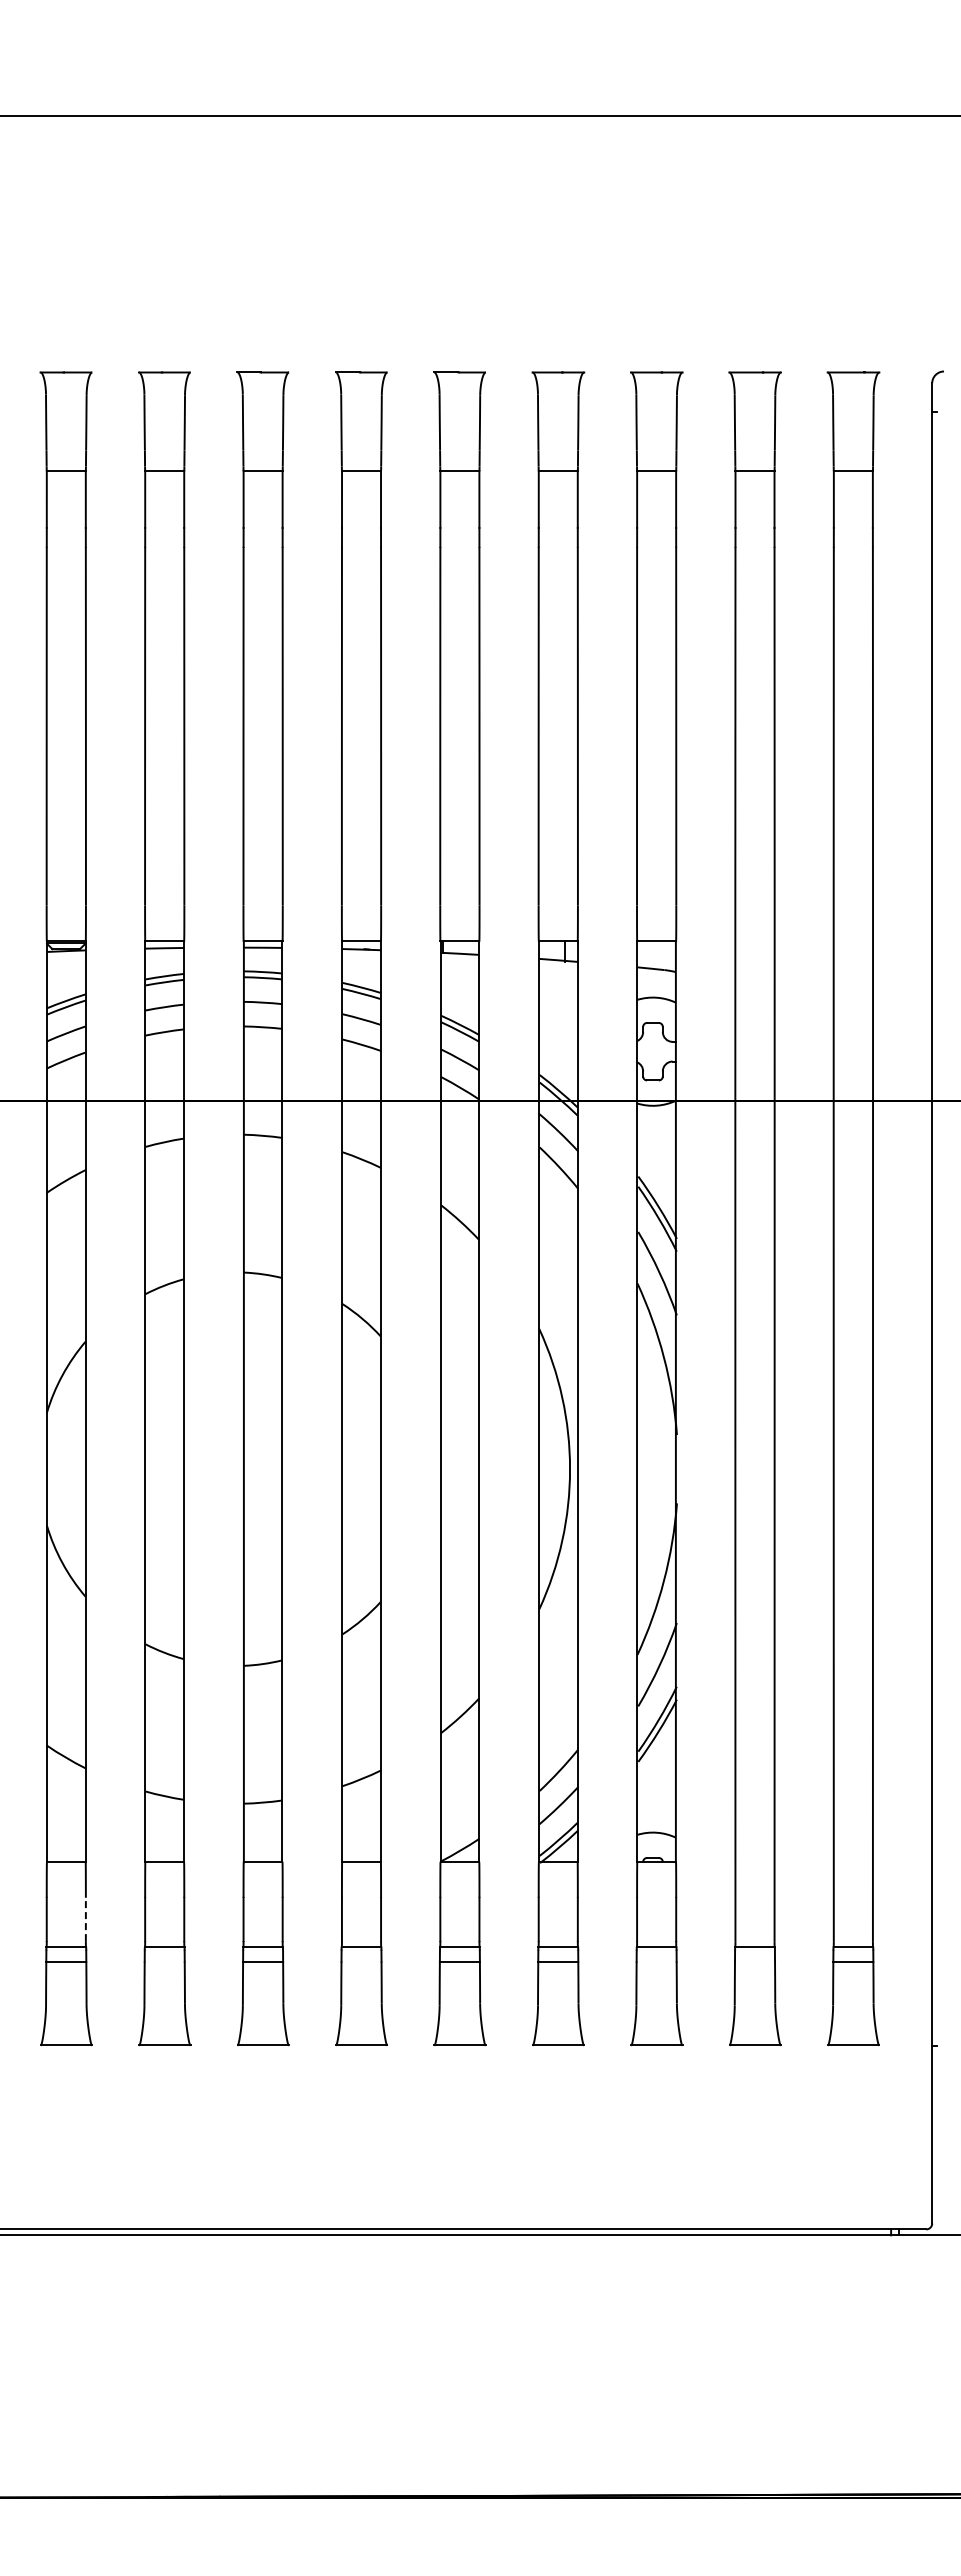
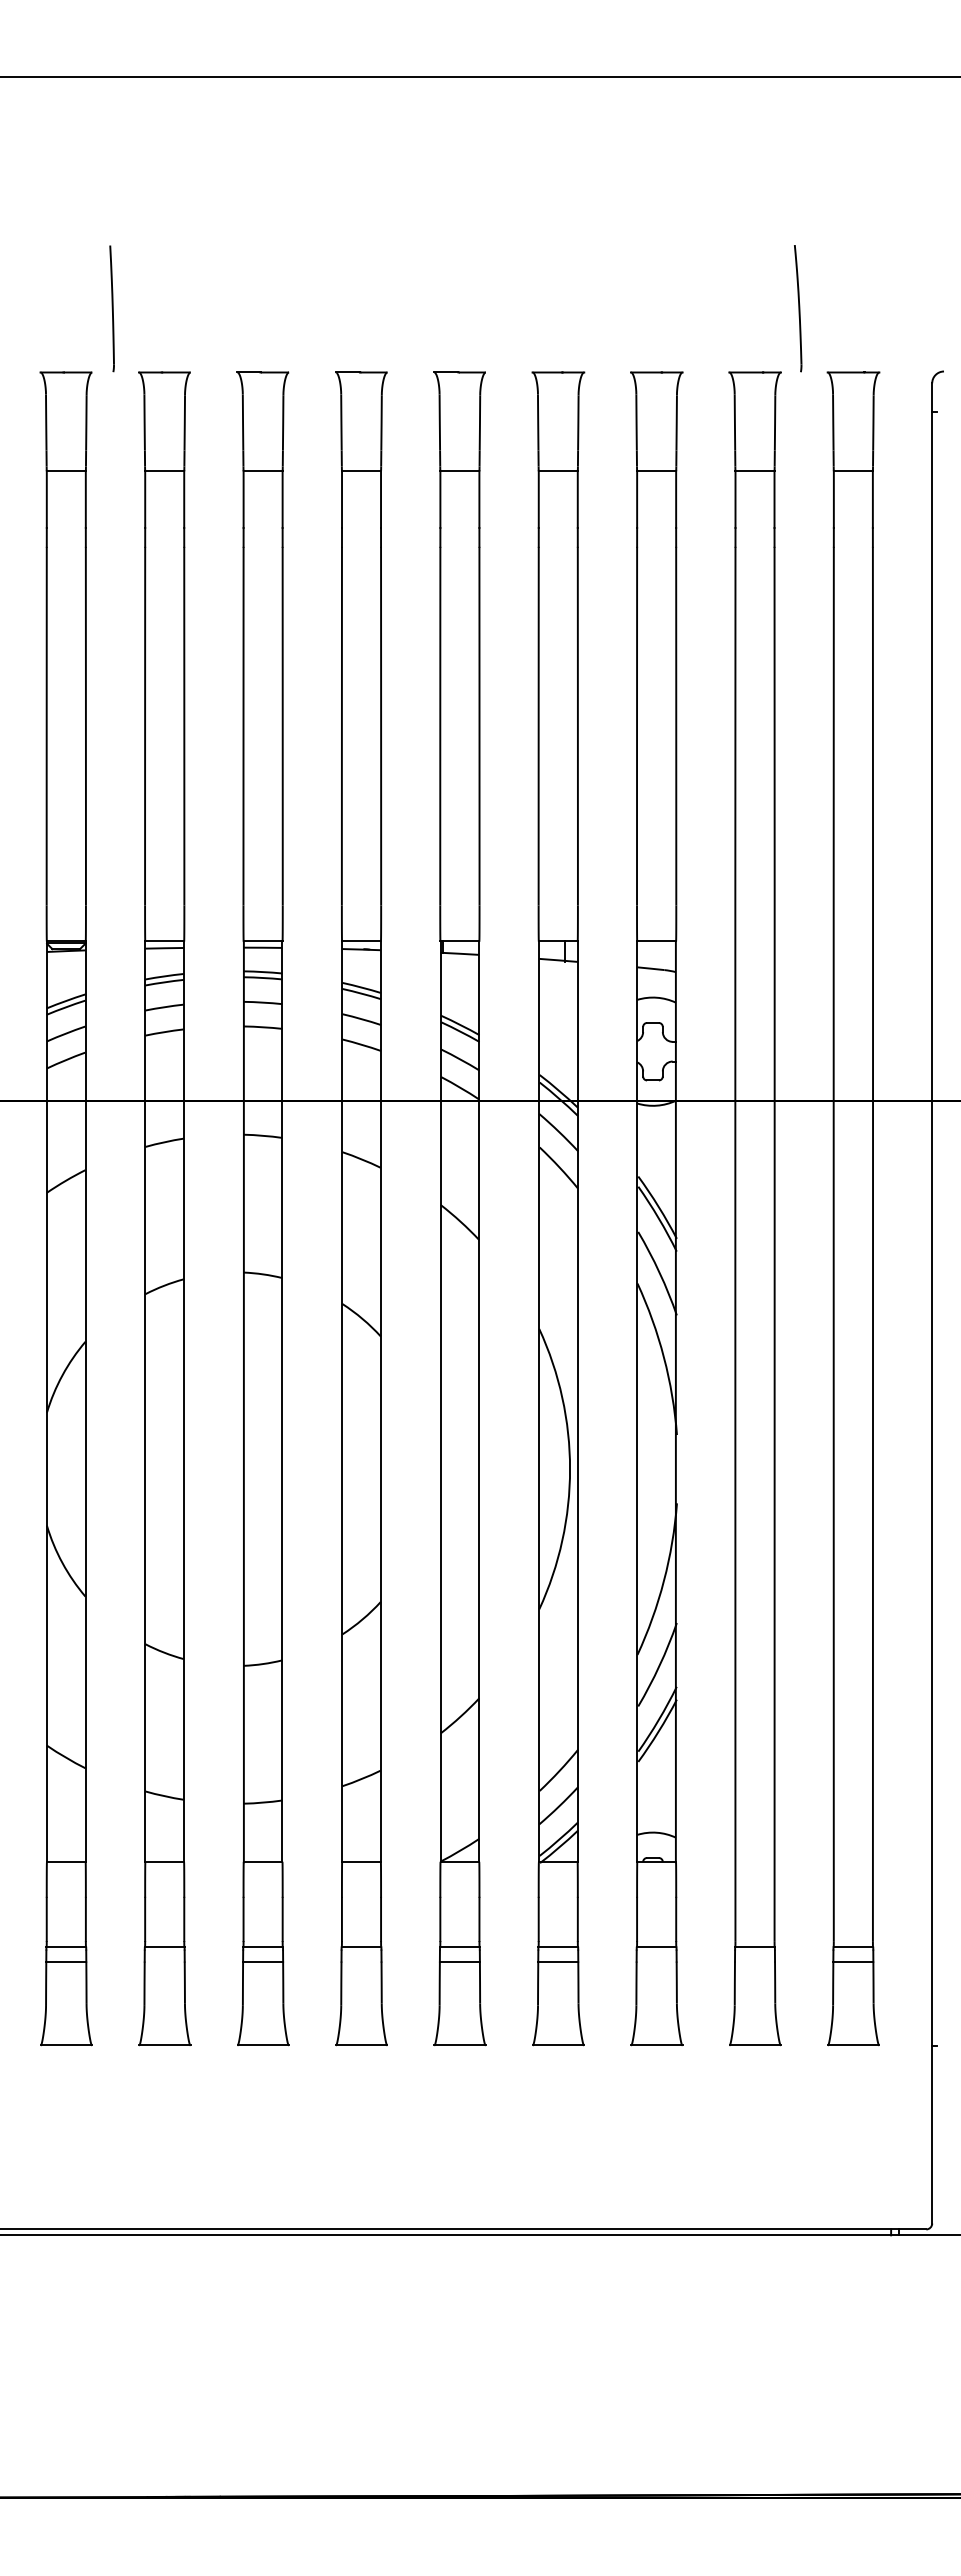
line at (479, 116) position: (479, 116) -> (479, 77)
part at (111, 308): none -> present
part at (798, 308): none -> present
line at (85, 1919): dashed -> solid
